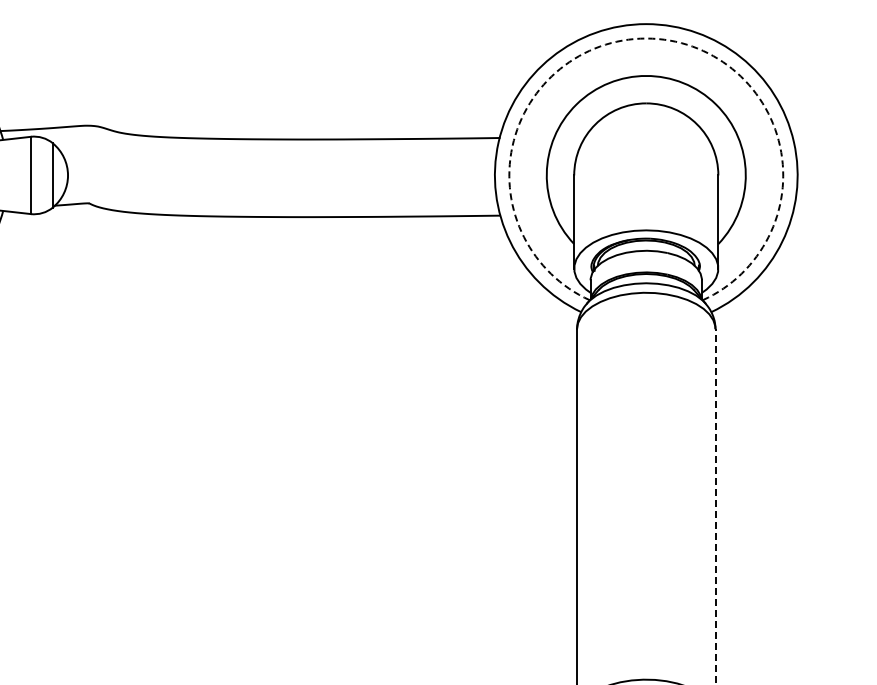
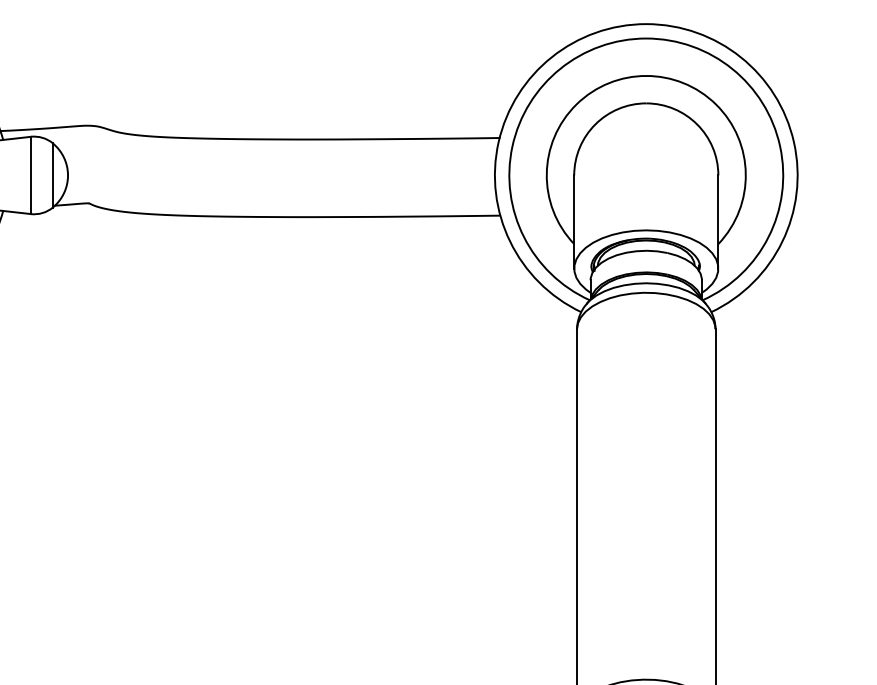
arc at (646, 38): dashed -> solid
line at (715, 506): dashed -> solid
